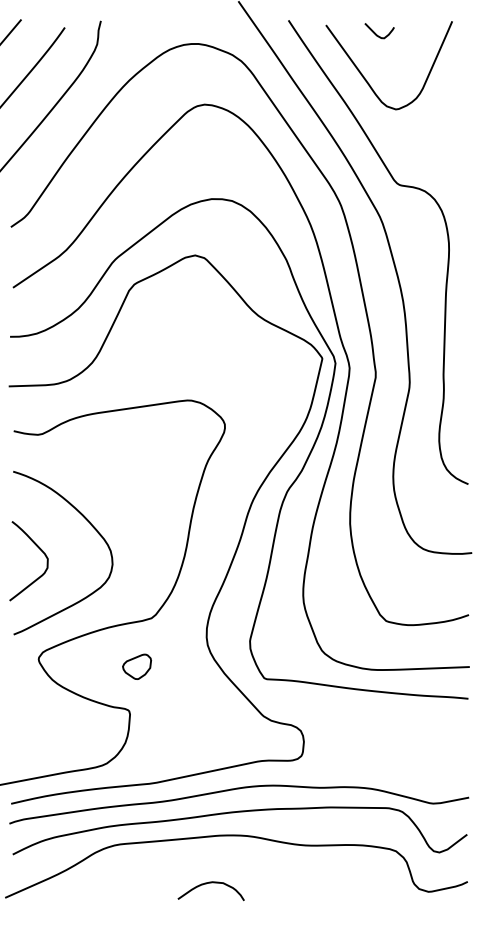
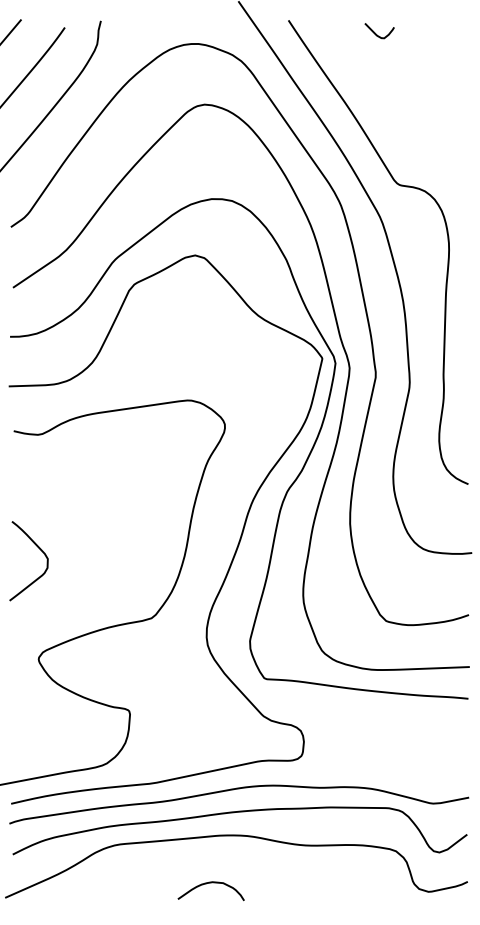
curve at (367, 80): present -> none
curve at (91, 526): present -> none
part at (136, 666): present -> none
